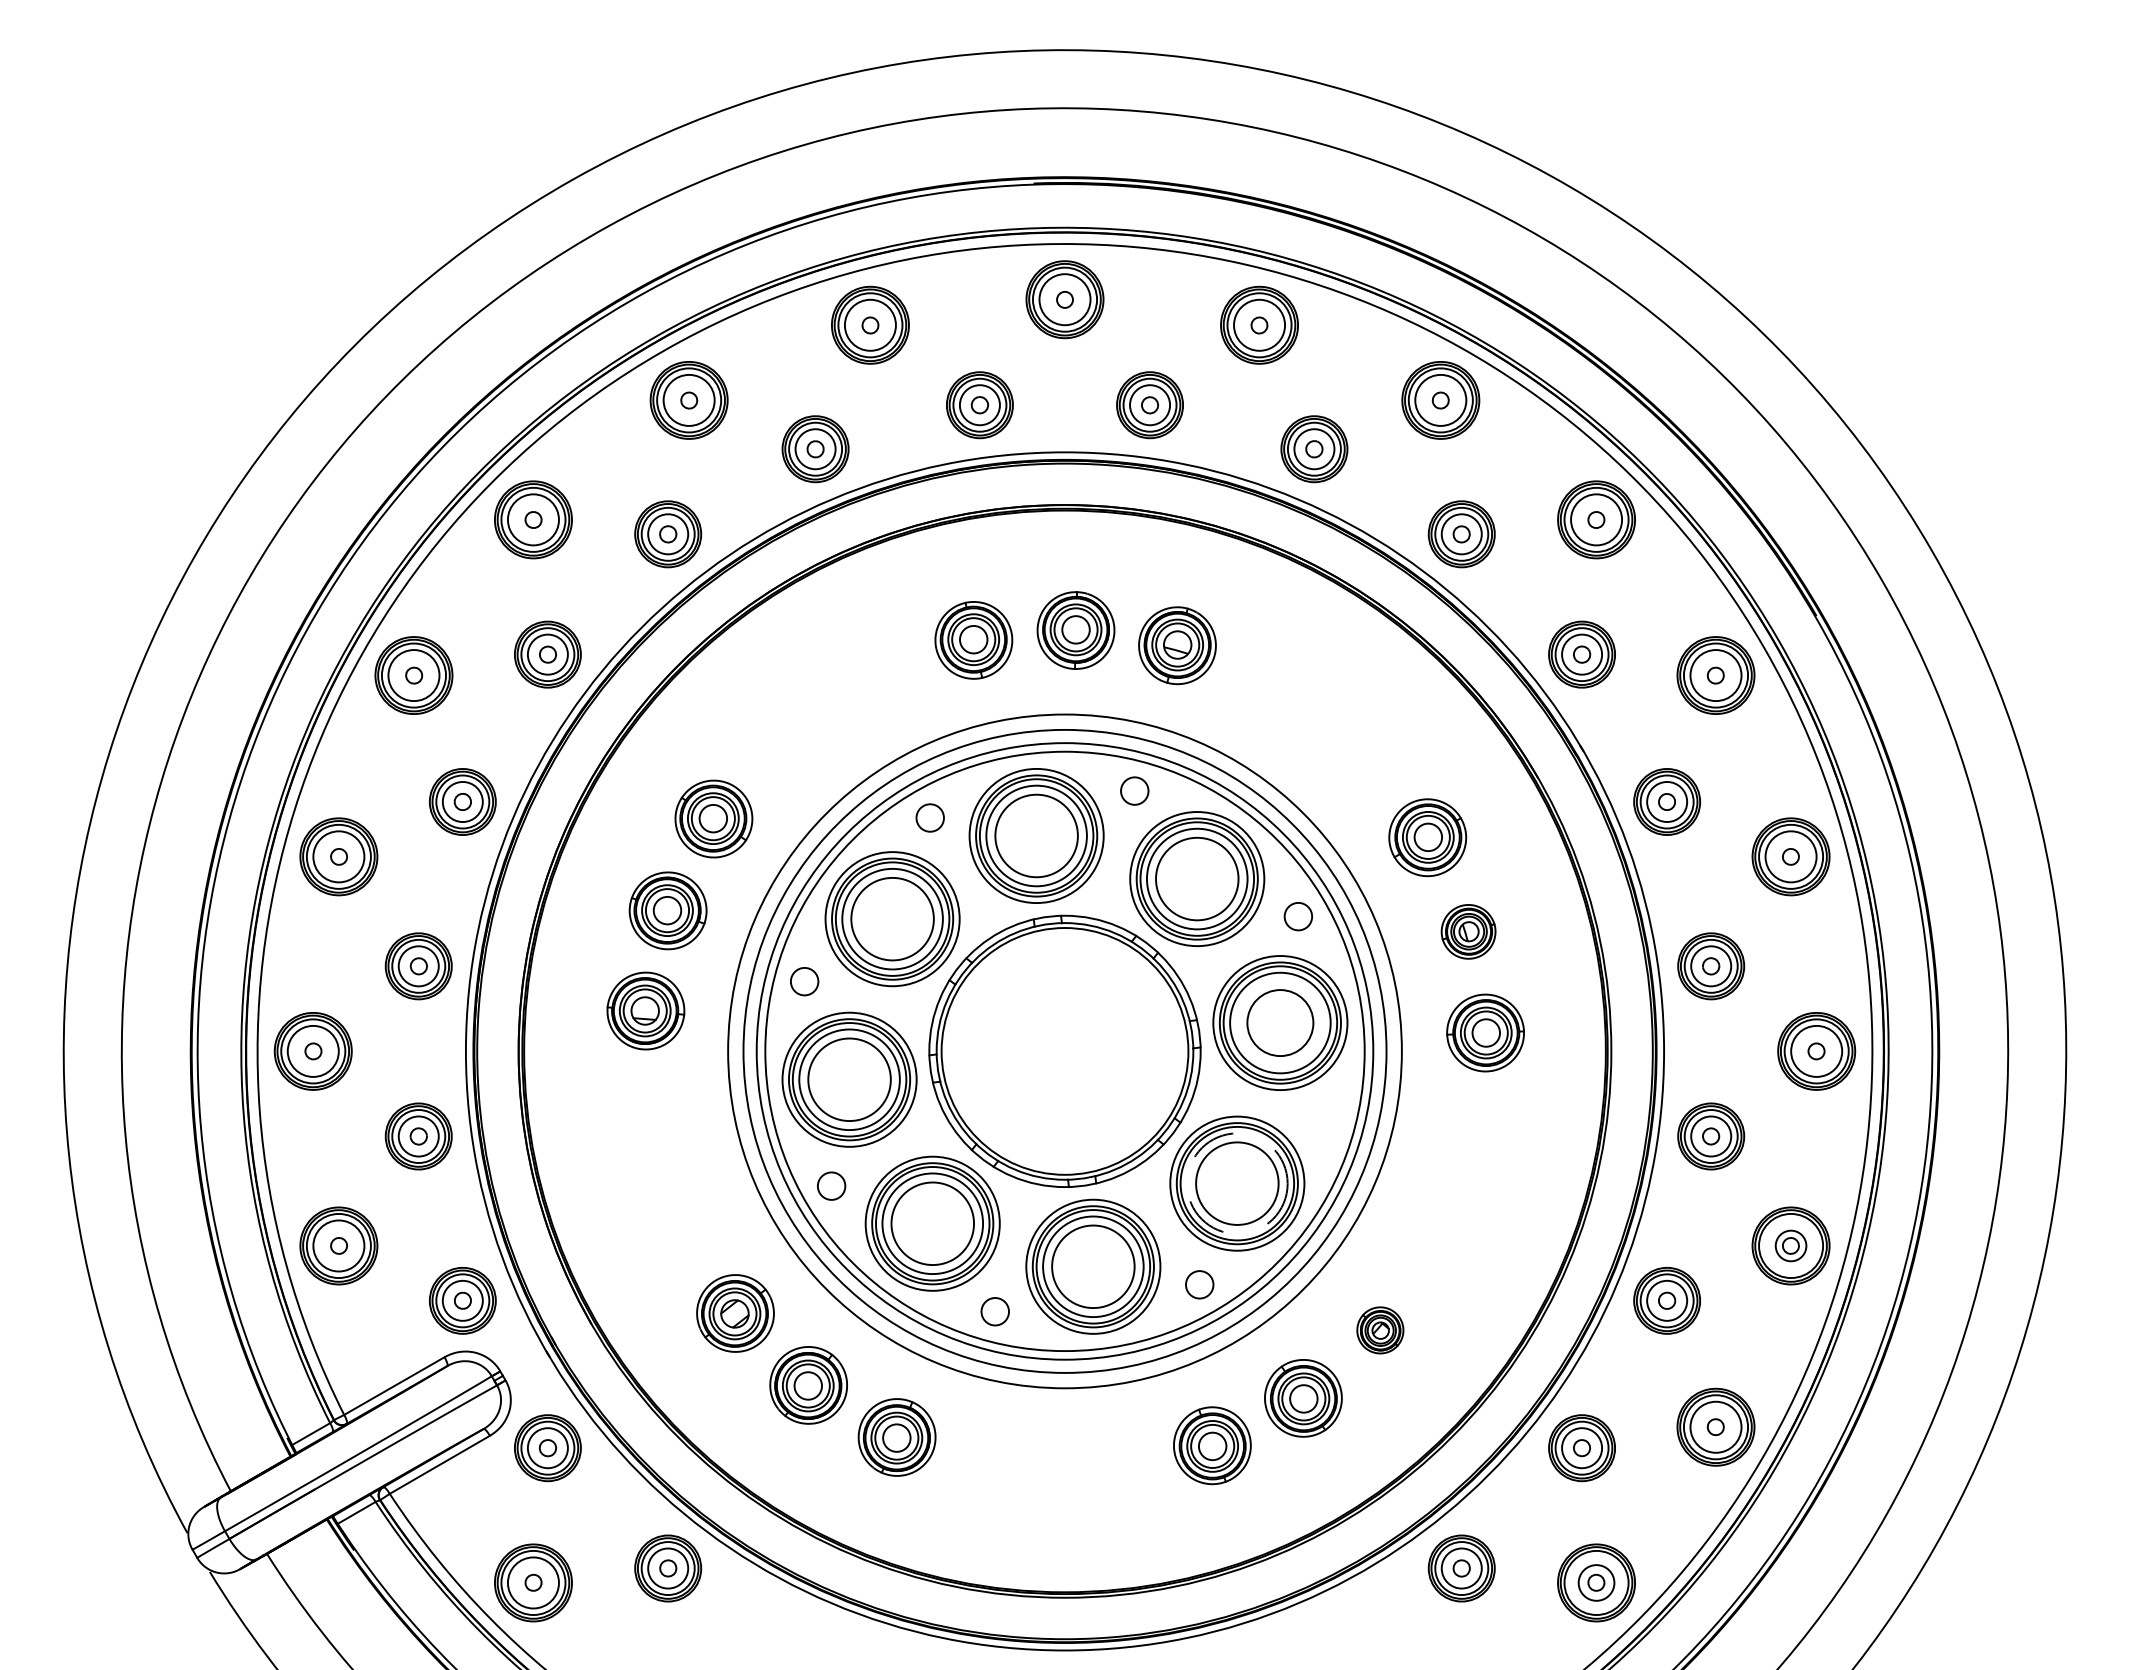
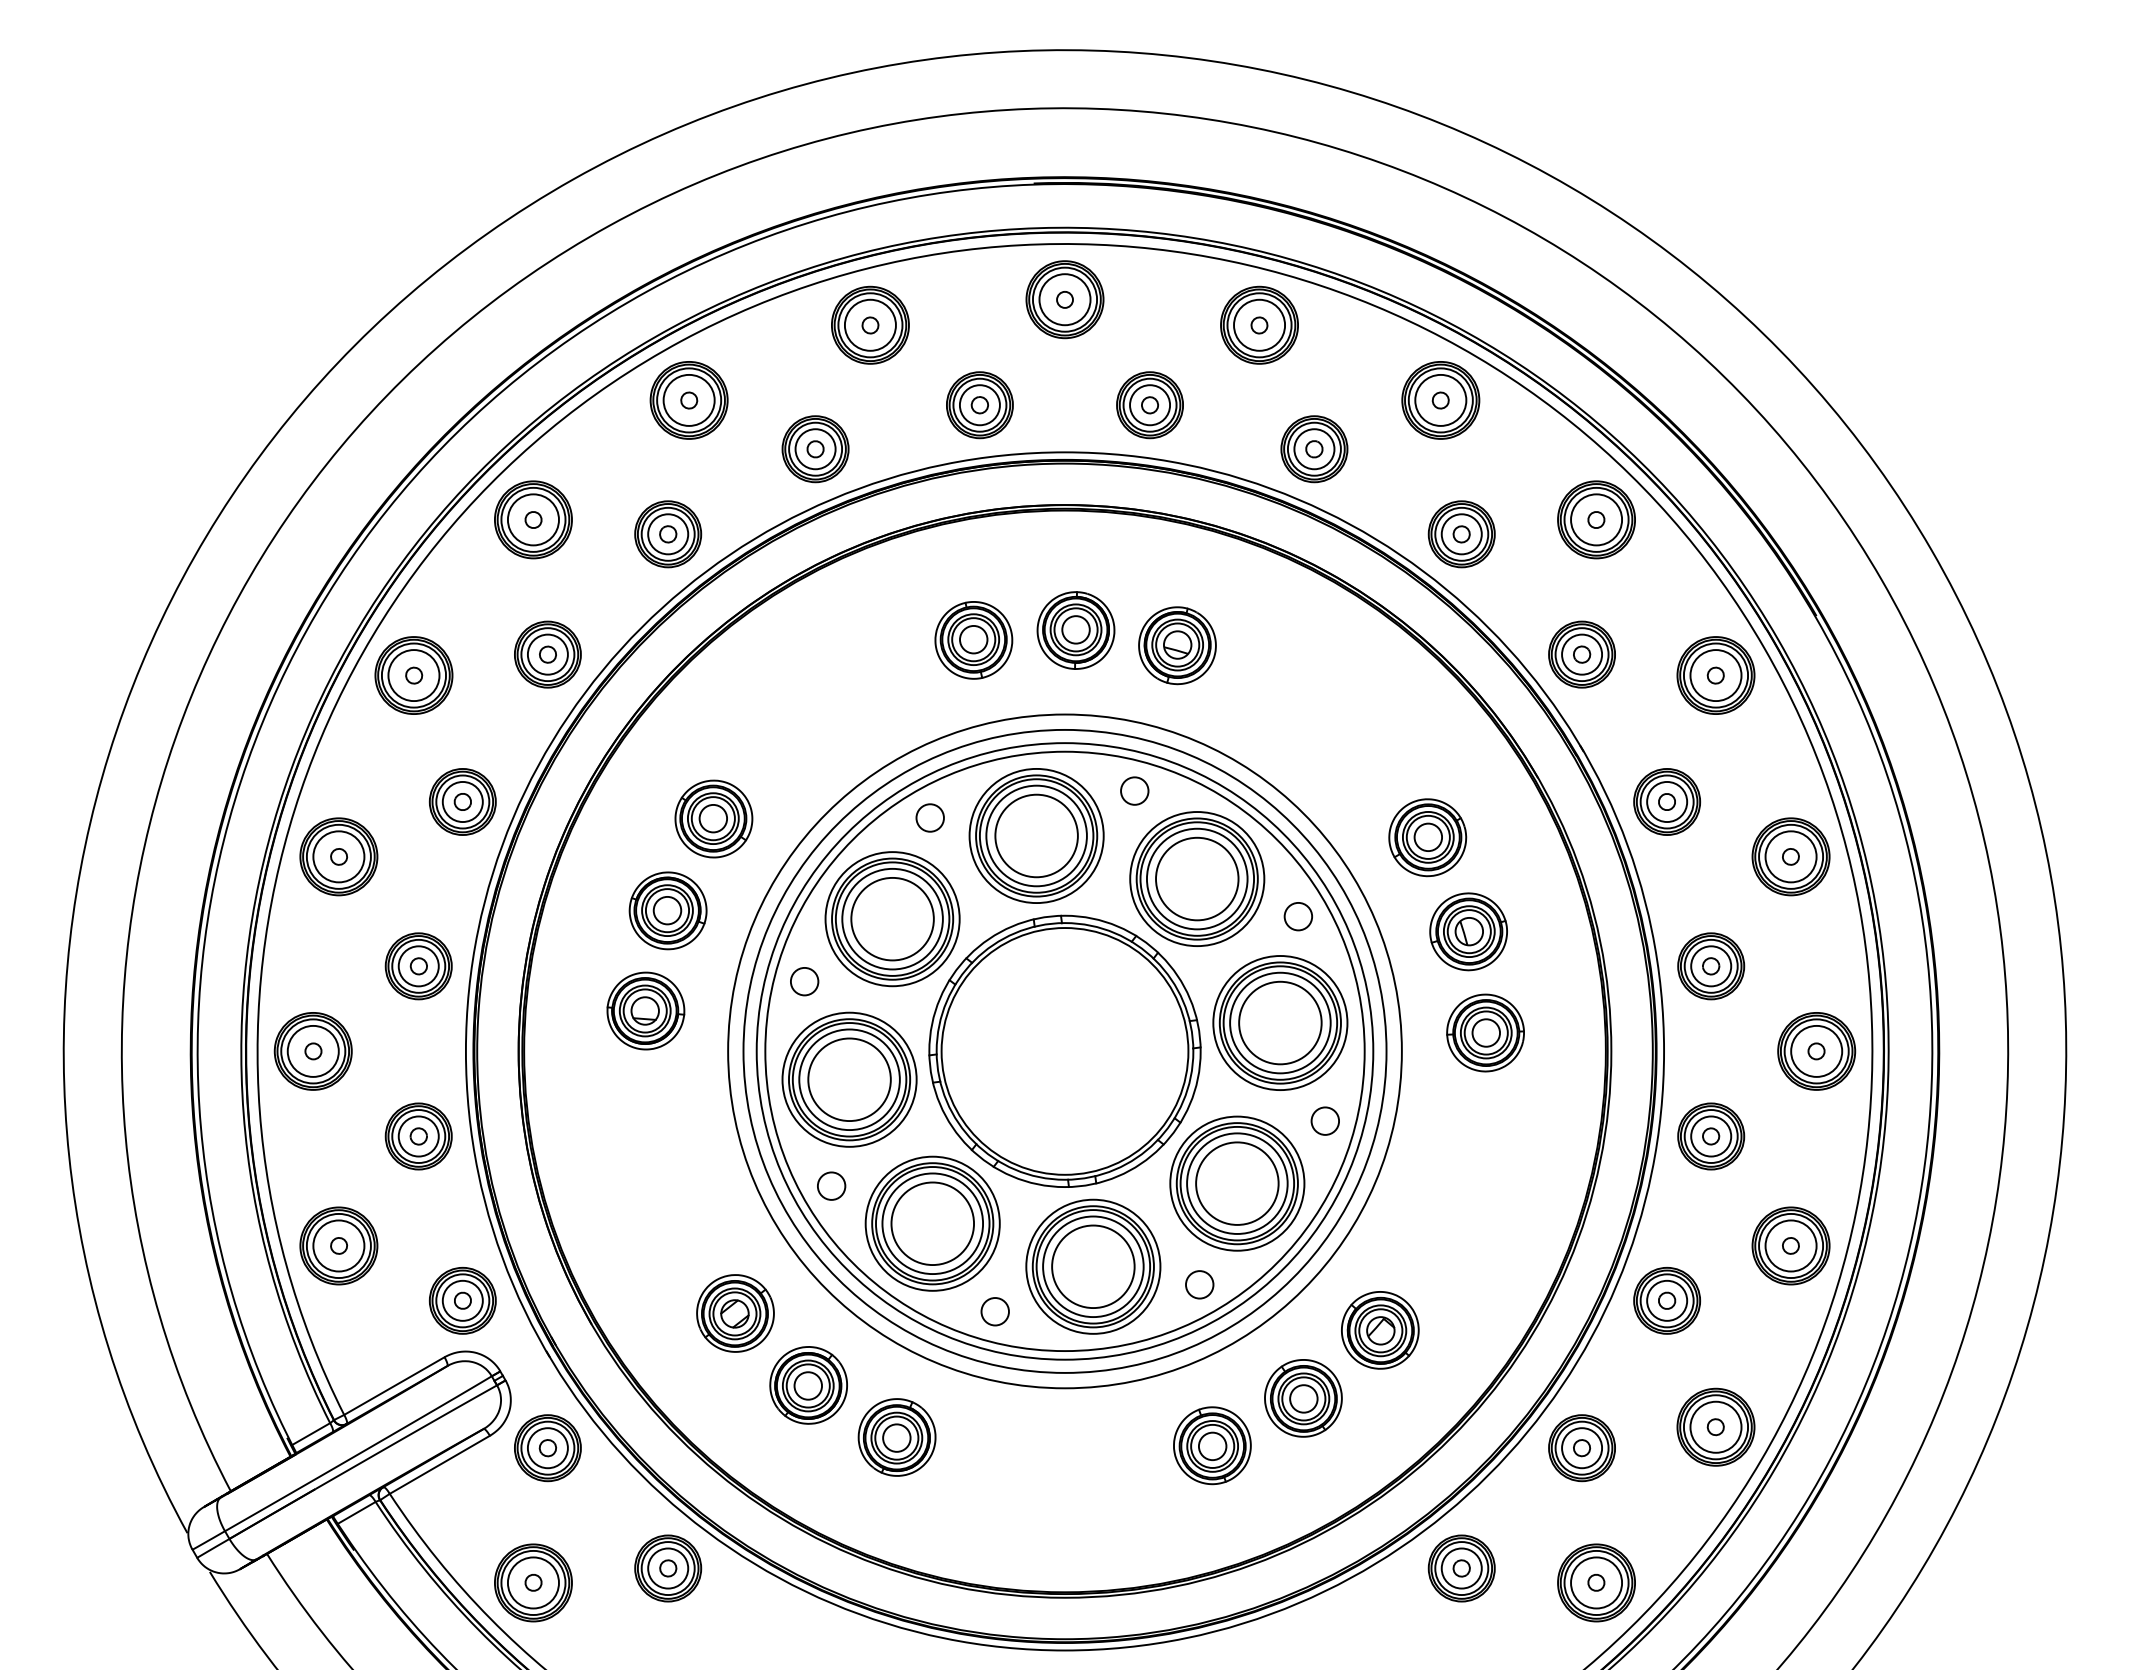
part at (1468, 931) size: 57x56 px -> 79x80 px
circle at (1280, 1023) diameter: 66 px -> 83 px
circle at (1324, 1120): none -> present
circle at (1237, 1183): dashed -> solid
circle at (1790, 1245) diameter: 31 px -> 51 px
part at (1380, 1330) size: 49x49 px -> 79x79 px
circle at (1596, 1582) diameter: 36 px -> 51 px
